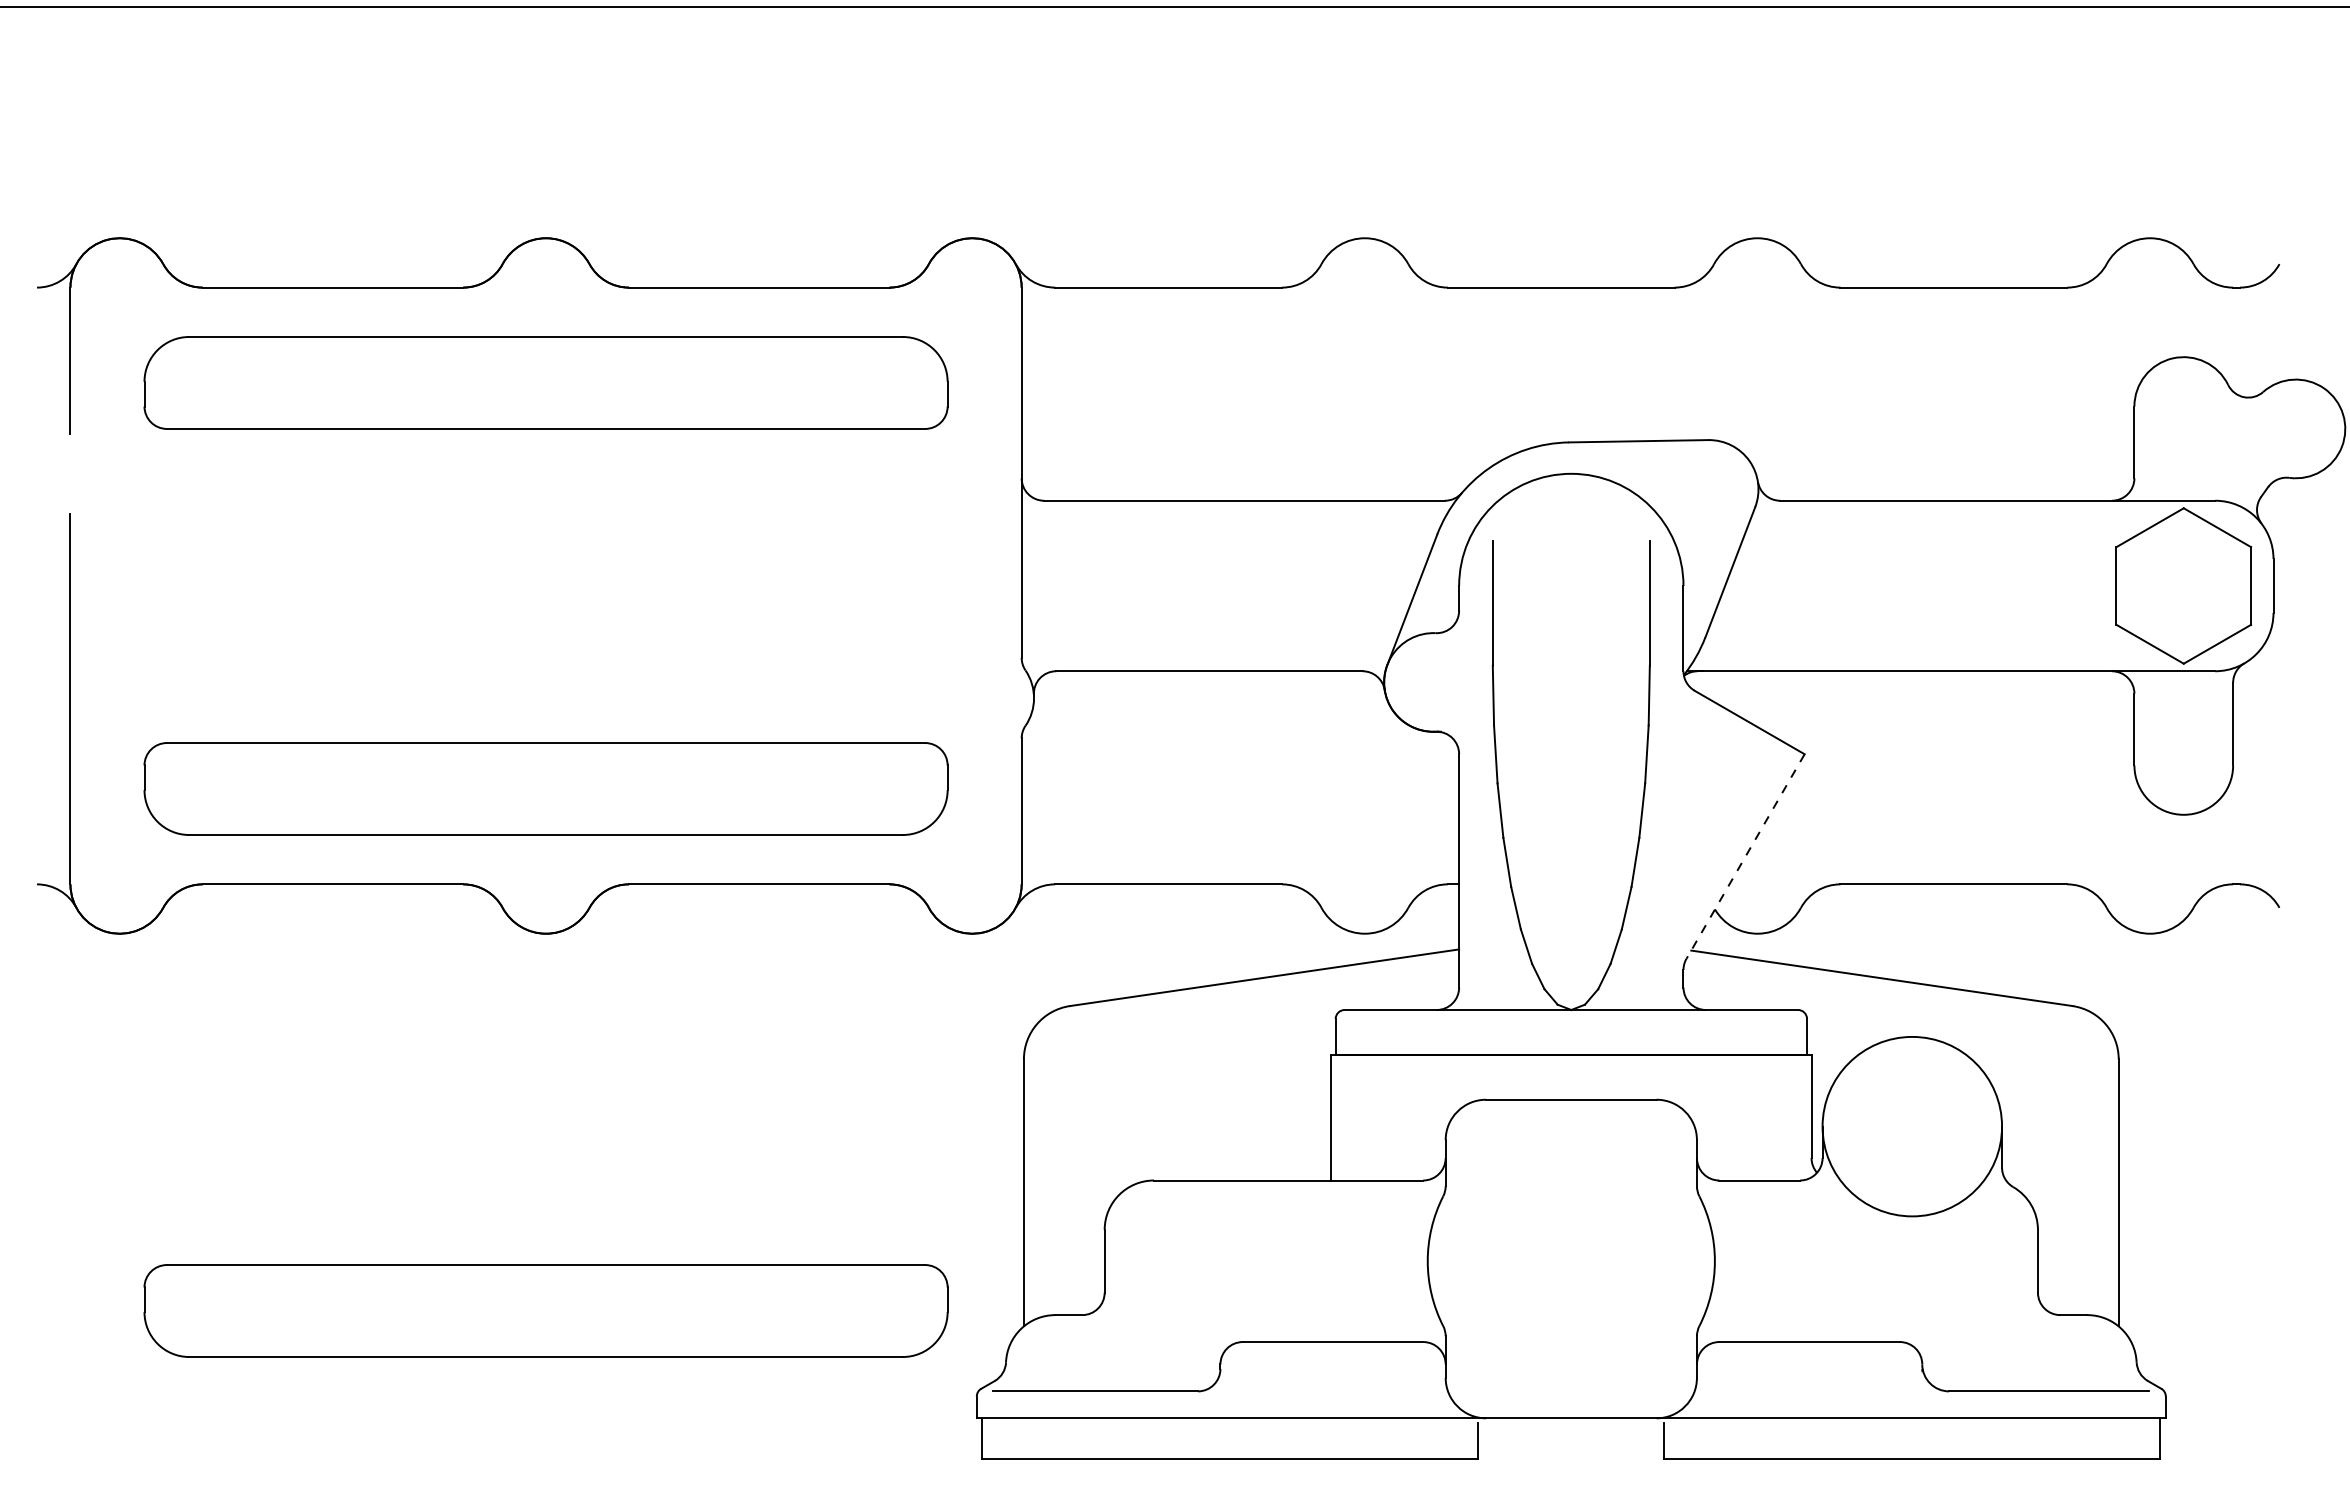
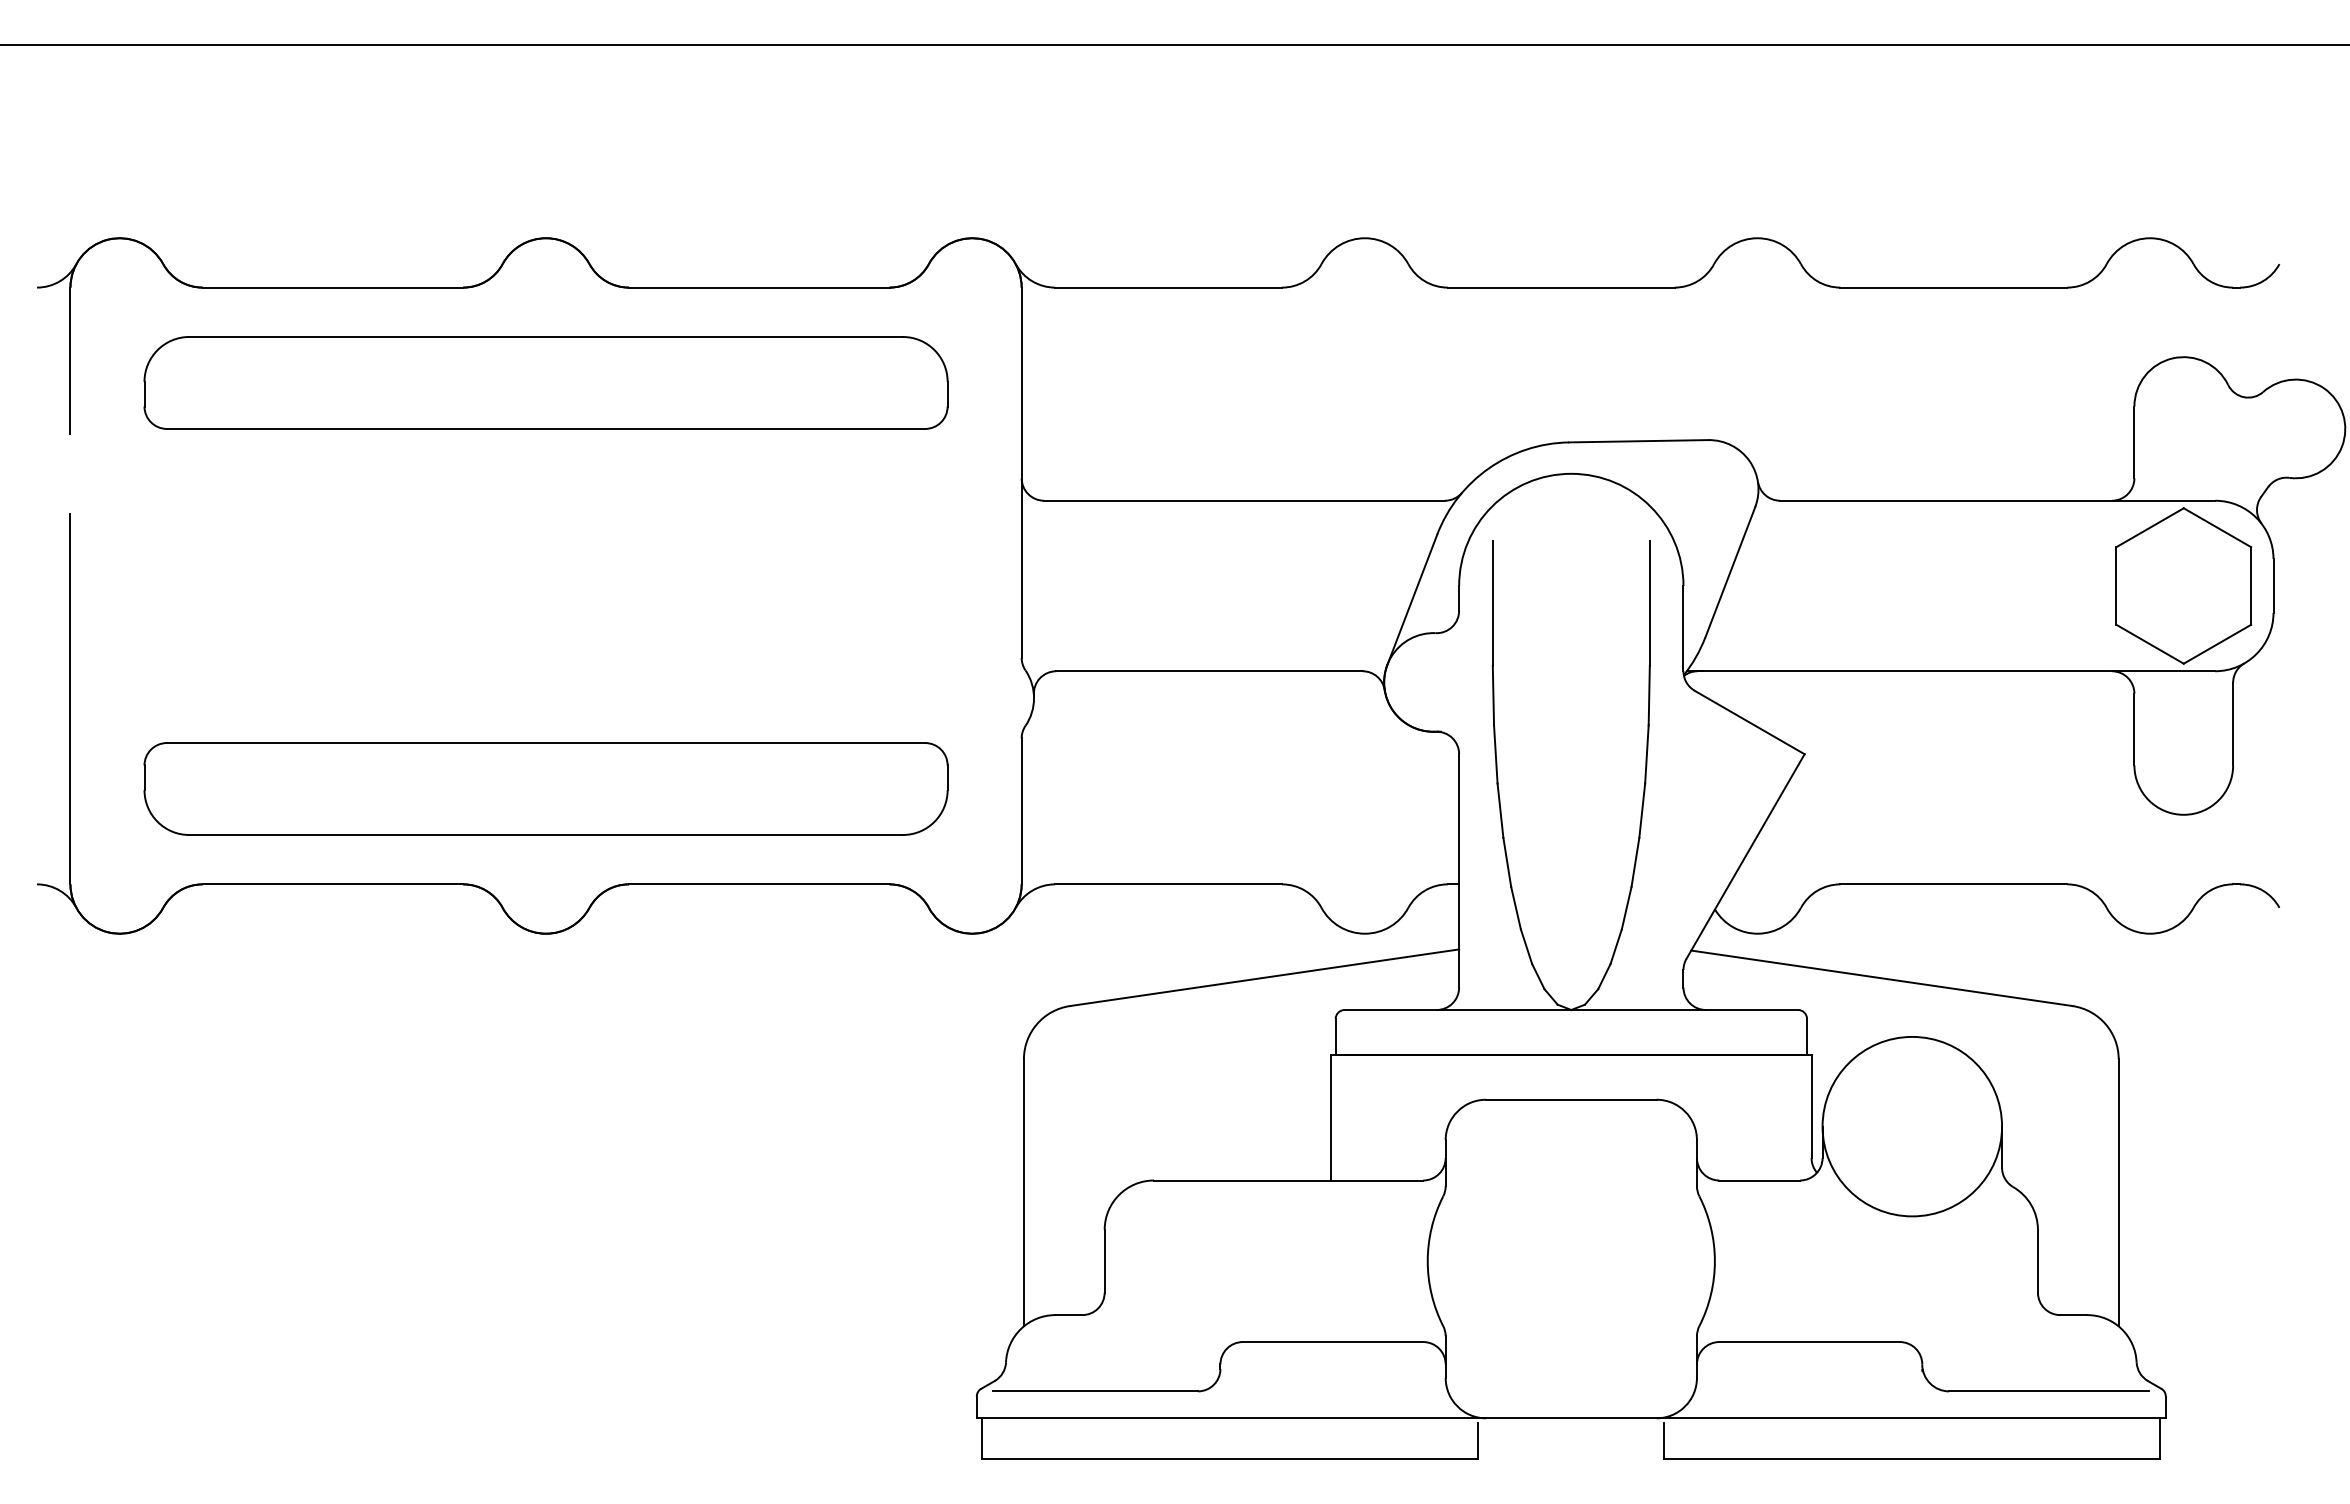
line at (1174, 7) position: (1174, 7) -> (1174, 45)
line at (1745, 856): dashed -> solid
part at (545, 1310): present -> none
